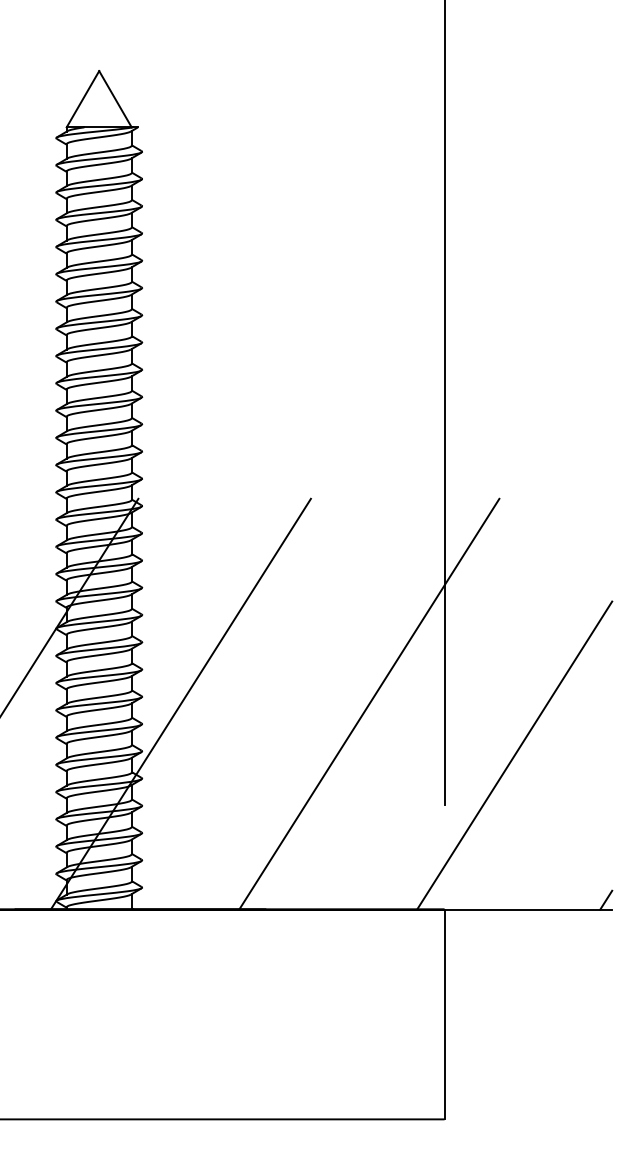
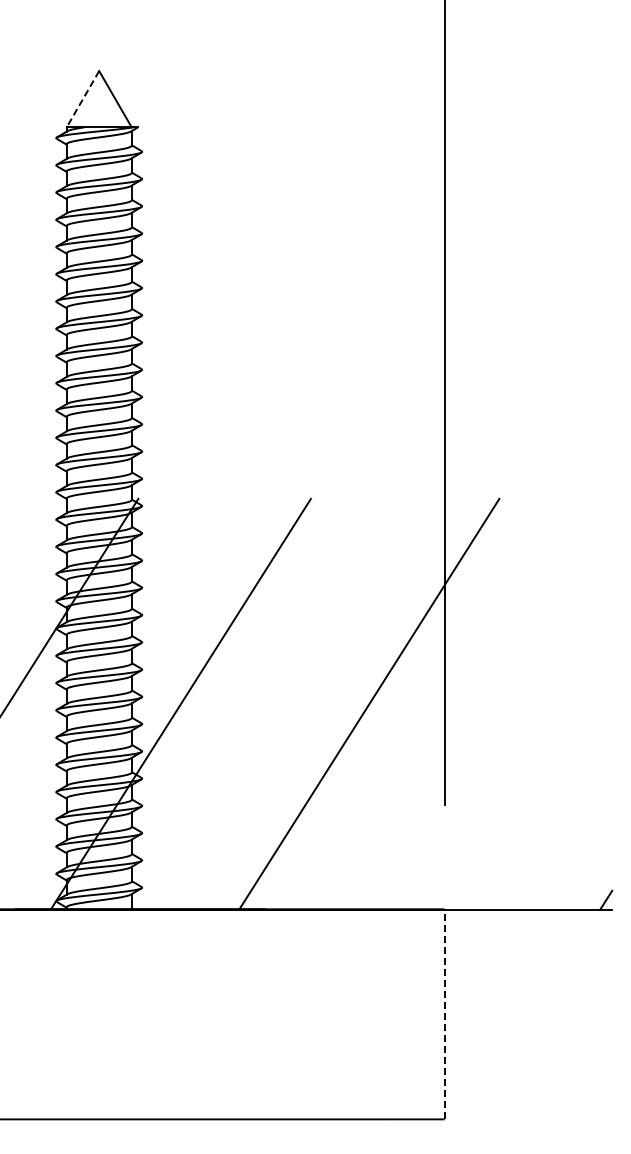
line at (82, 99): solid -> dashed
line at (514, 755): present -> none
line at (444, 1014): solid -> dashed
